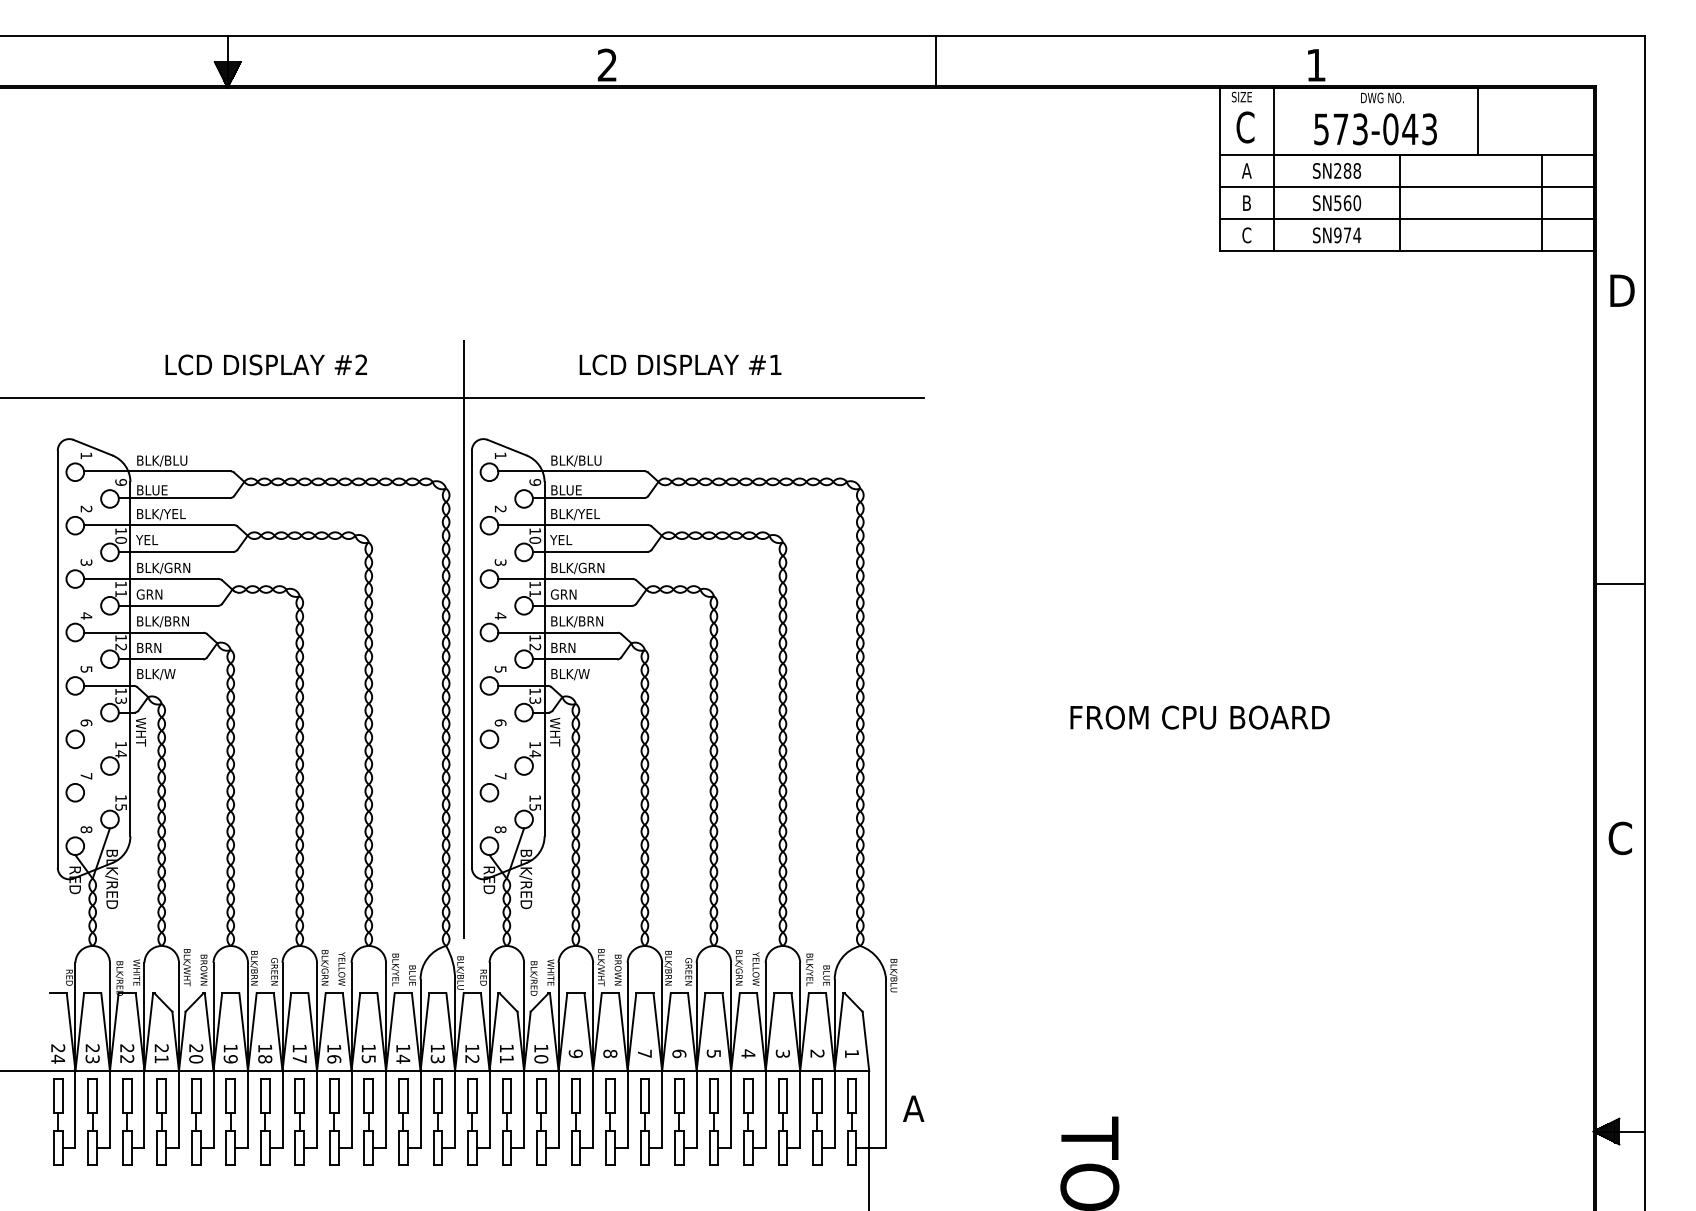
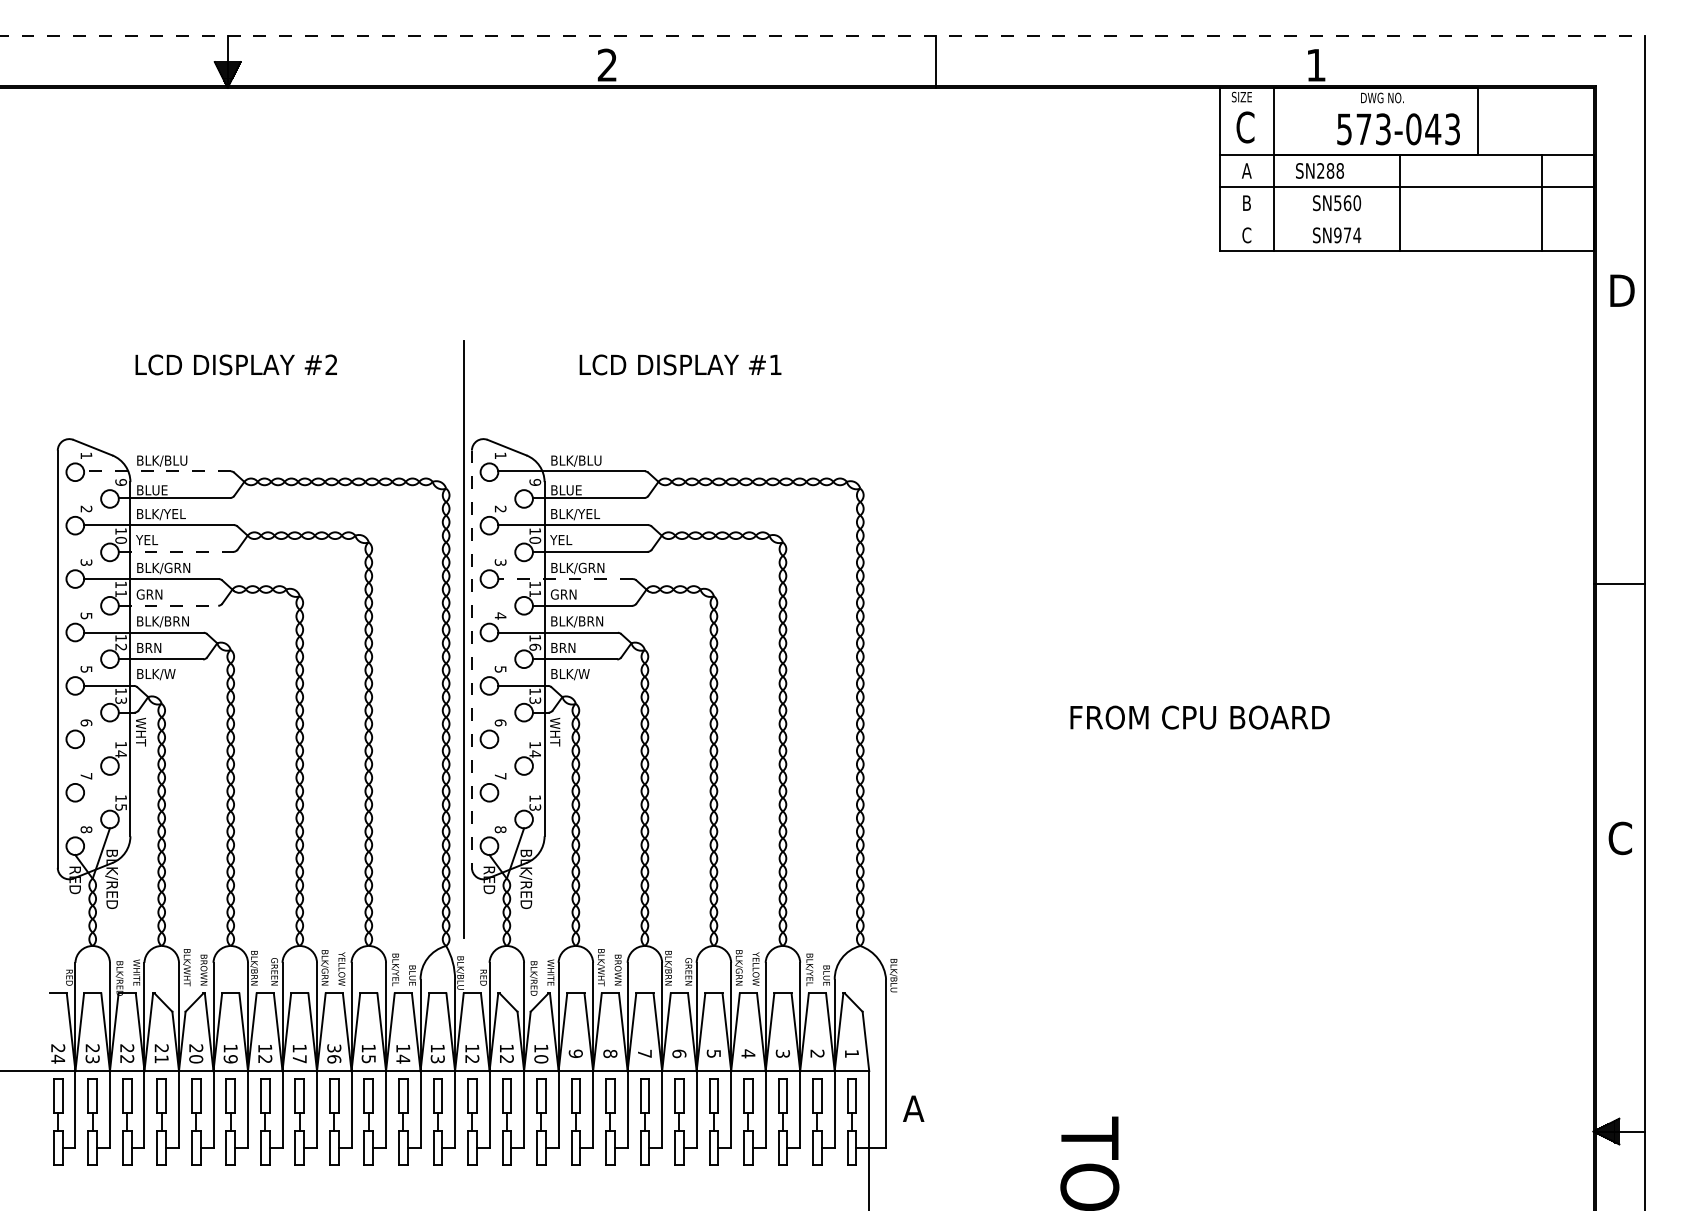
line at (823, 36): solid -> dashed
text at (1375, 129) position: (1375, 129) -> (1398, 129)
text at (1336, 170) position: (1336, 170) -> (1319, 170)
line at (1406, 219): present -> none
text at (265, 364) position: (265, 364) -> (235, 364)
line at (463, 398): present -> none
line at (156, 471): solid -> dashed
line at (176, 551): solid -> dashed
line at (565, 579): solid -> dashed
line at (168, 605): solid -> dashed
text at (86, 615): 4 -> 5
text at (535, 646): 12 -> 16
line at (471, 659): solid -> dashed
text at (535, 807): 15 -> 13
text at (334, 1048): 16 -> 36
text at (265, 1059): 18 -> 12
text at (506, 1059): 11 -> 12
